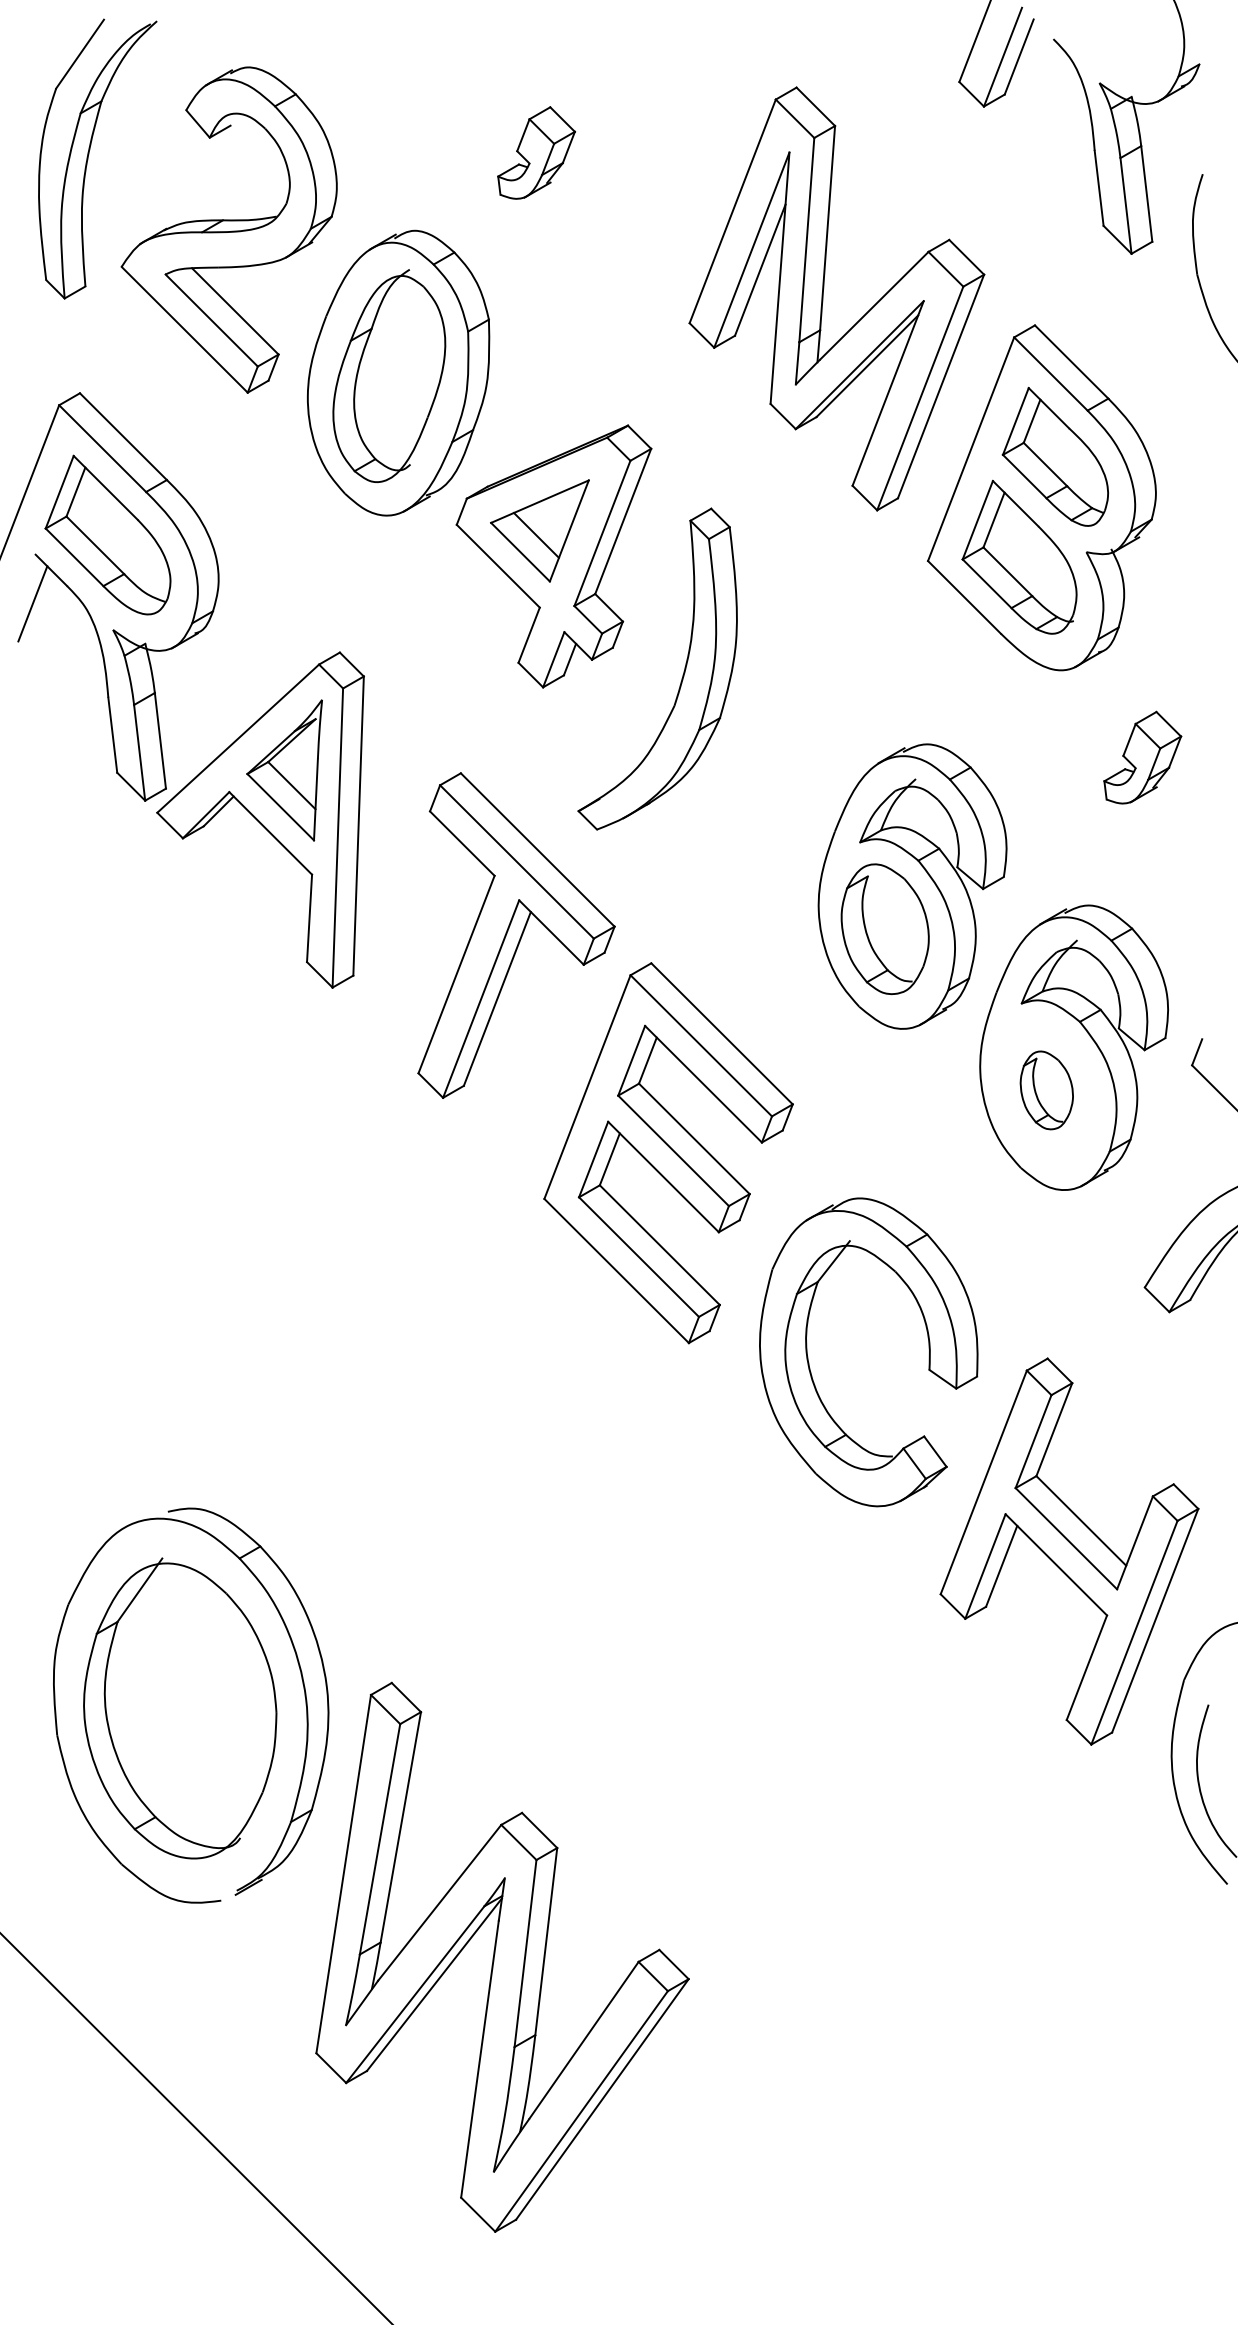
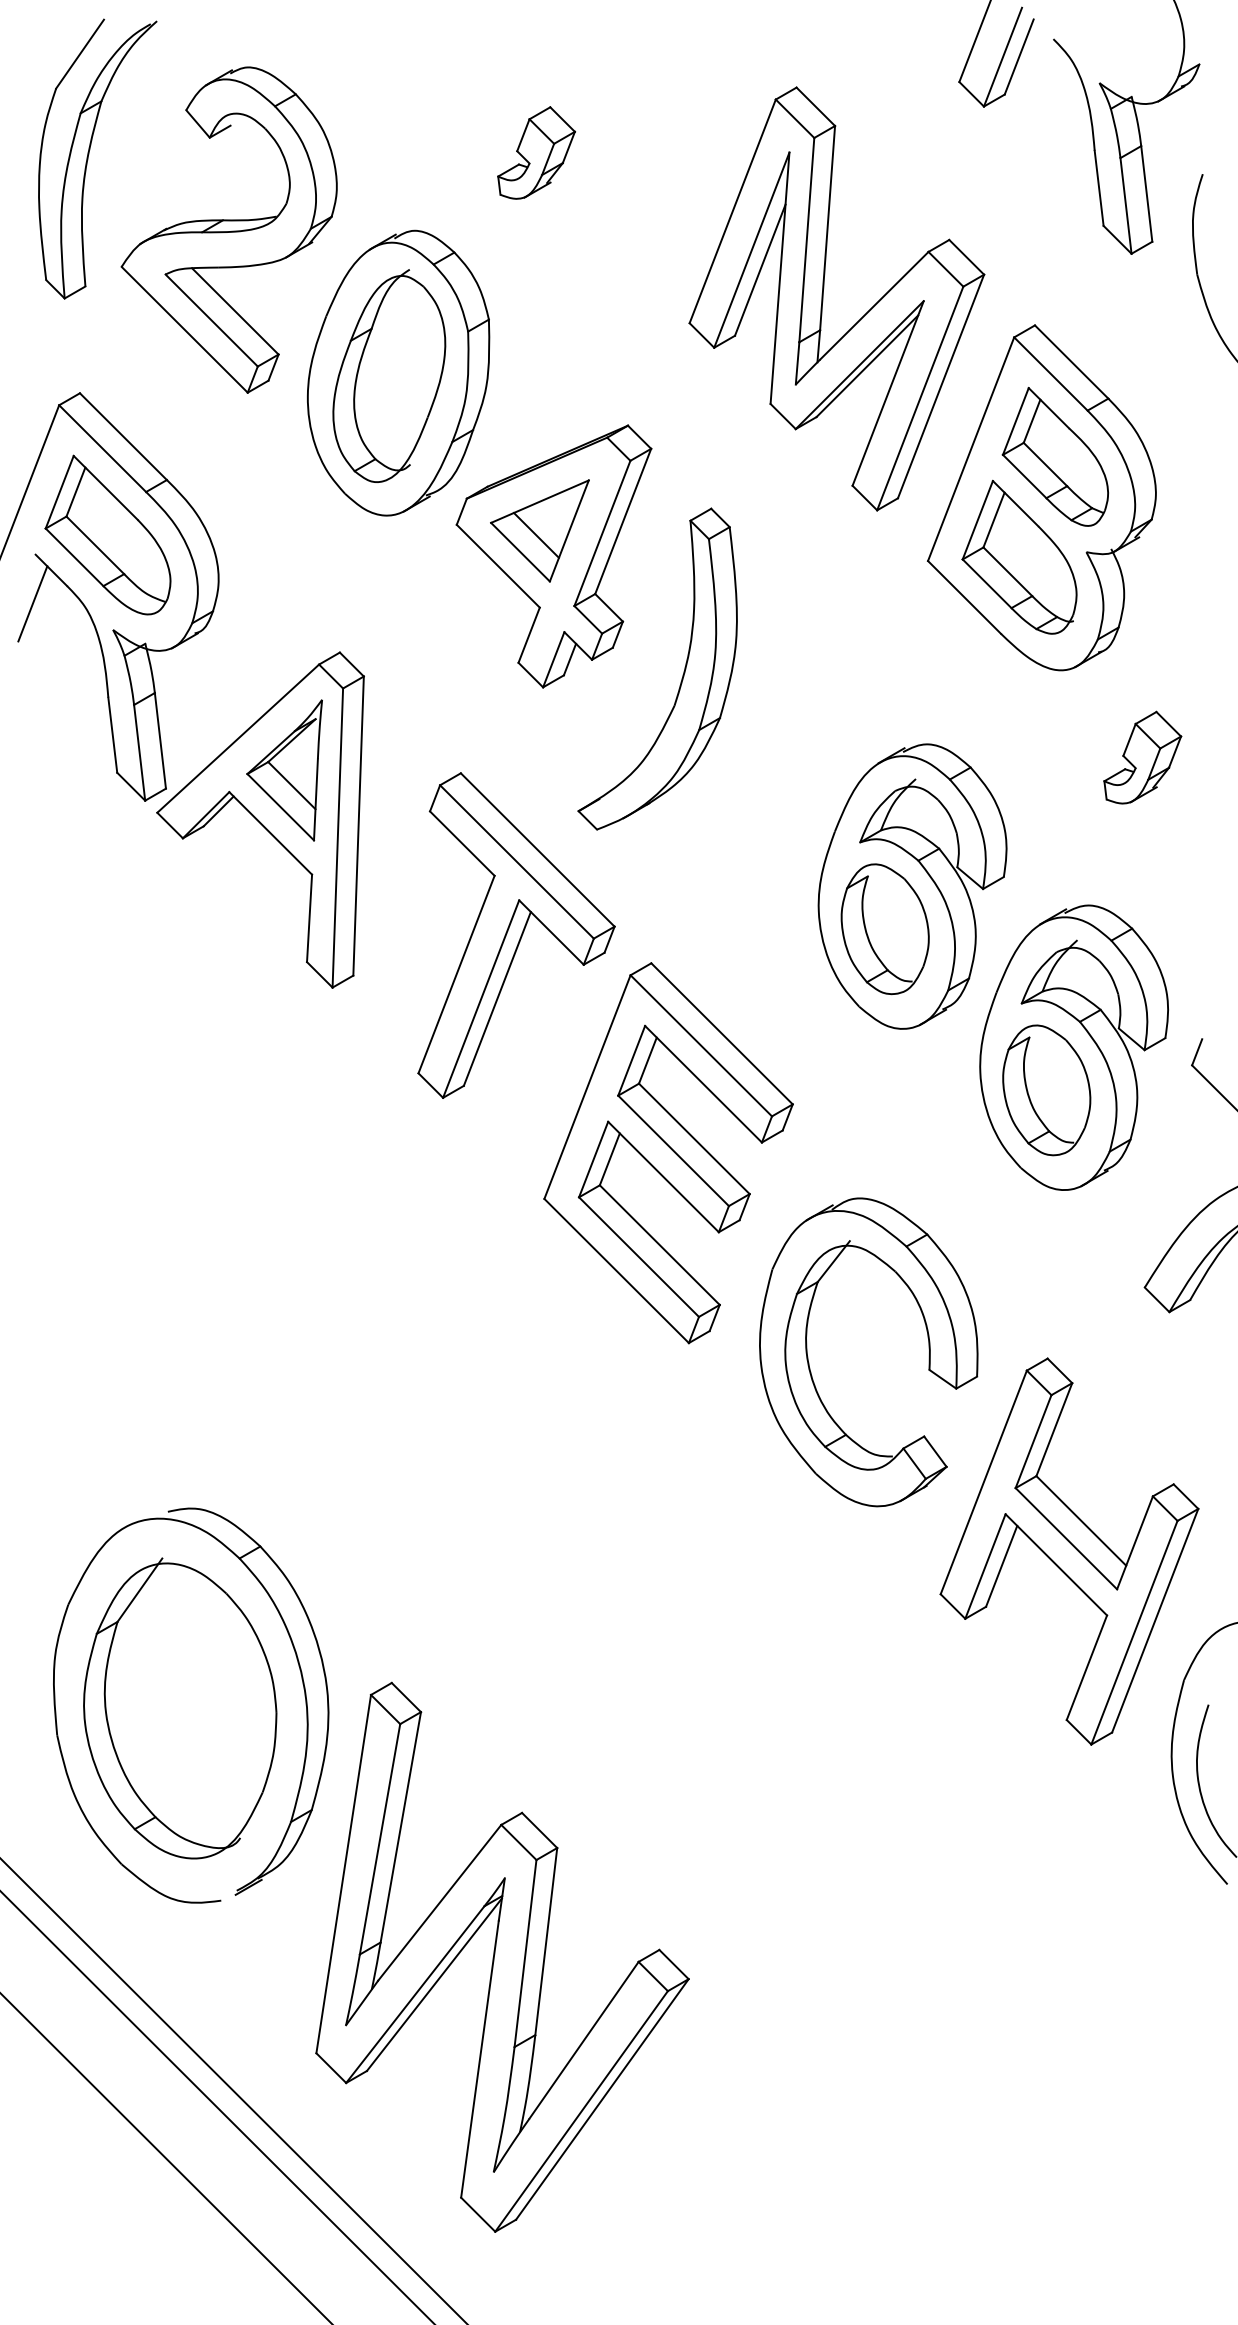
part at (1046, 1090) size: 55x81 px -> 90x133 px
line at (233, 2090): none -> present
line at (216, 2107): none -> present
line at (195, 2127) position: (195, 2127) -> (165, 2158)
